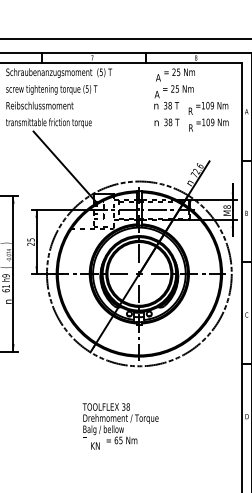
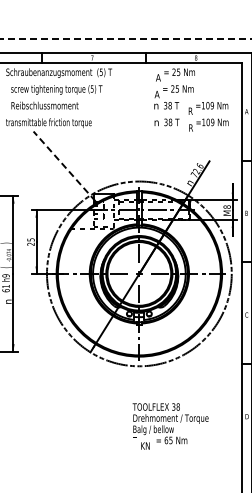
line at (126, 38): solid -> dashed
text at (51, 97) position: (51, 97) -> (56, 97)
line at (64, 166): solid -> dashed
text at (120, 426) position: (120, 426) -> (170, 426)
